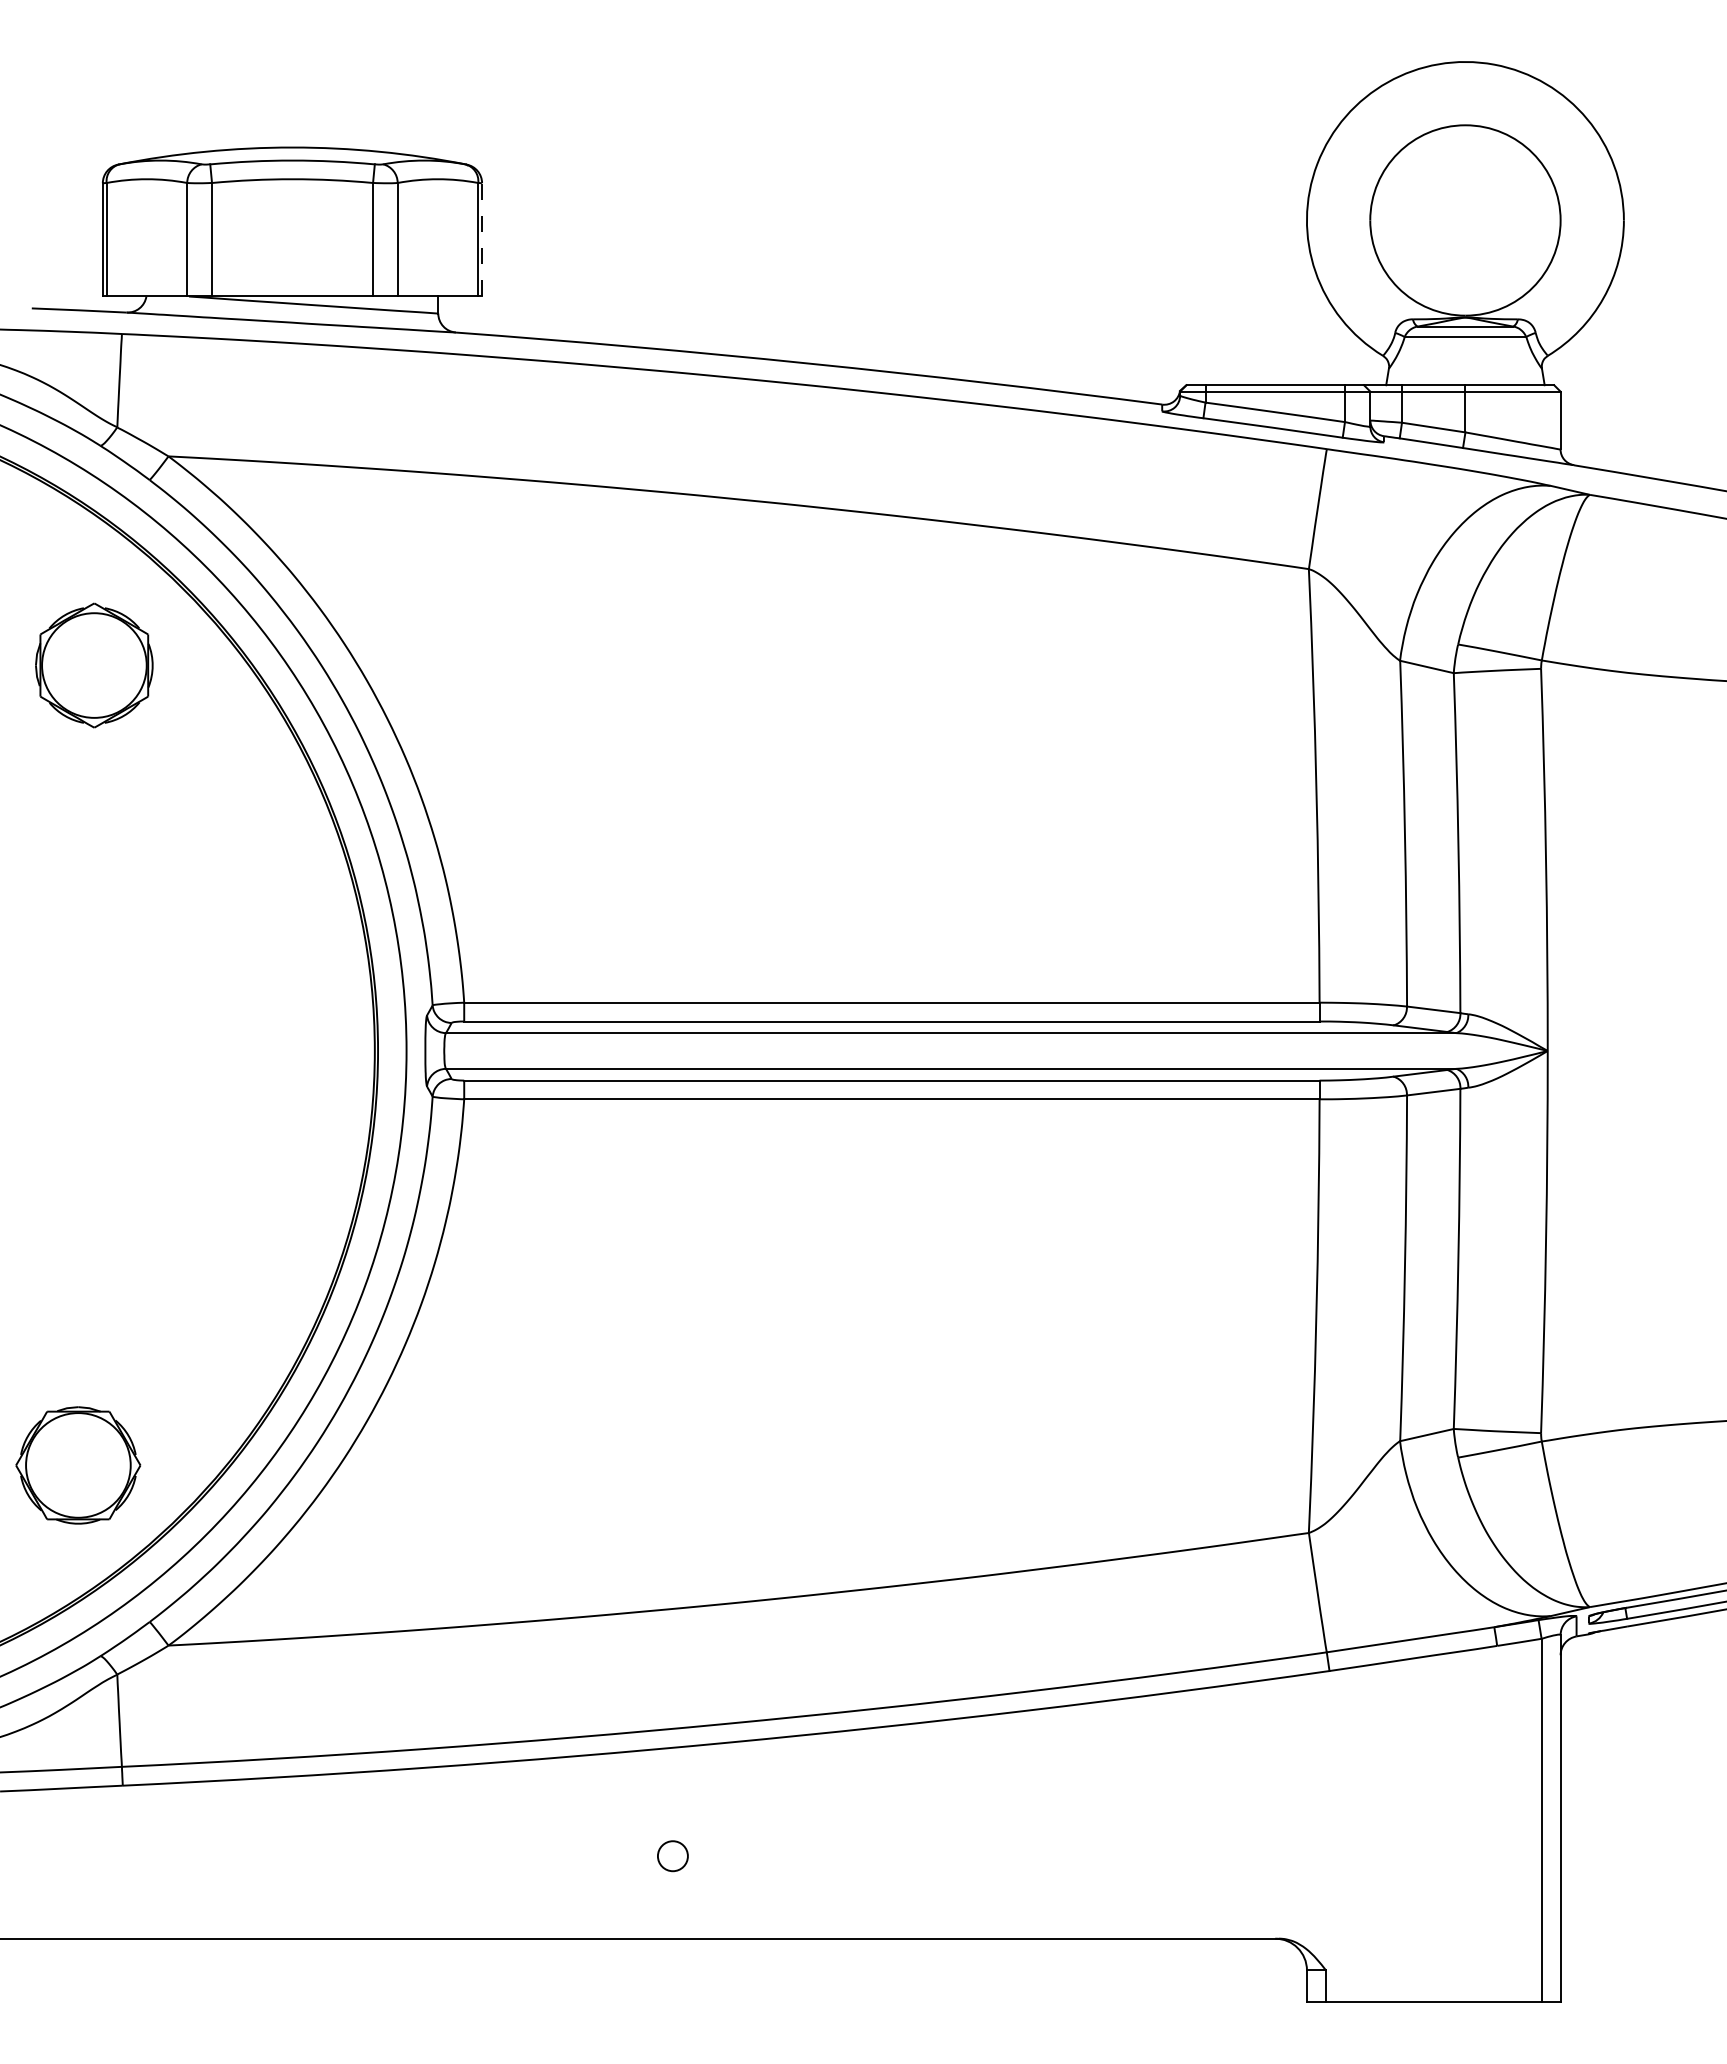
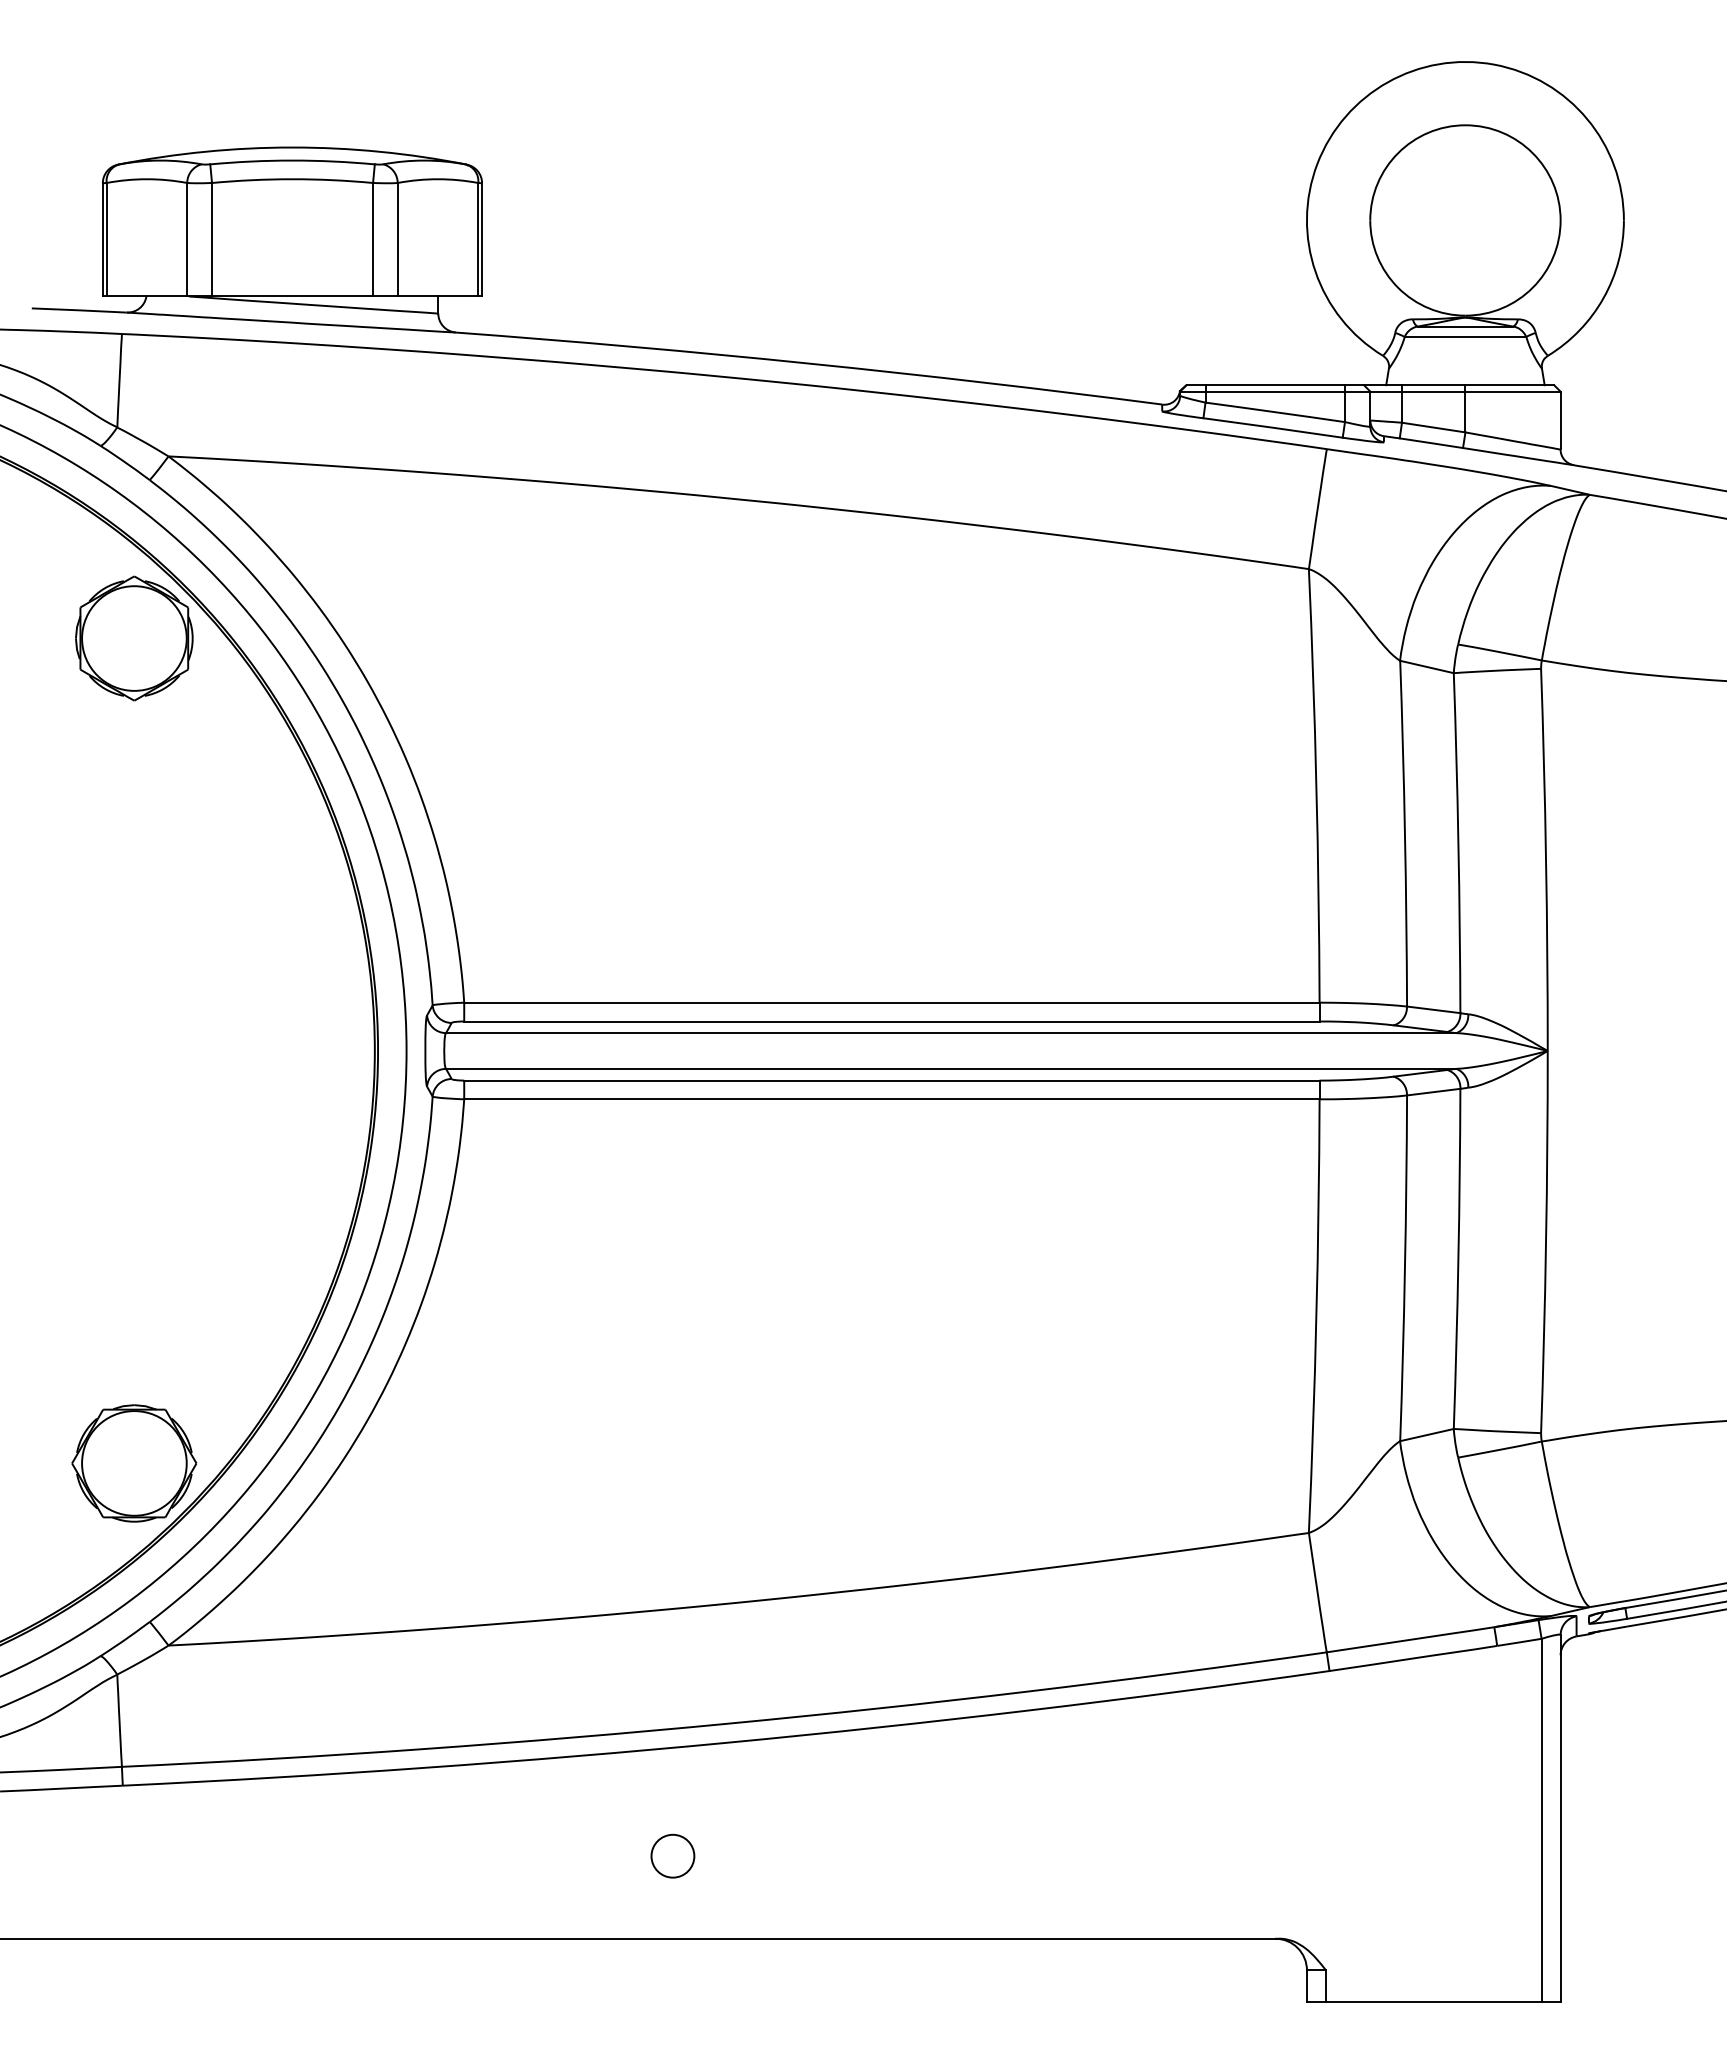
line at (482, 239): dashed -> solid
part at (94, 665) position: (94, 665) -> (134, 638)
part at (78, 1465) position: (78, 1465) -> (134, 1463)
circle at (672, 1856) diameter: 30 px -> 43 px
